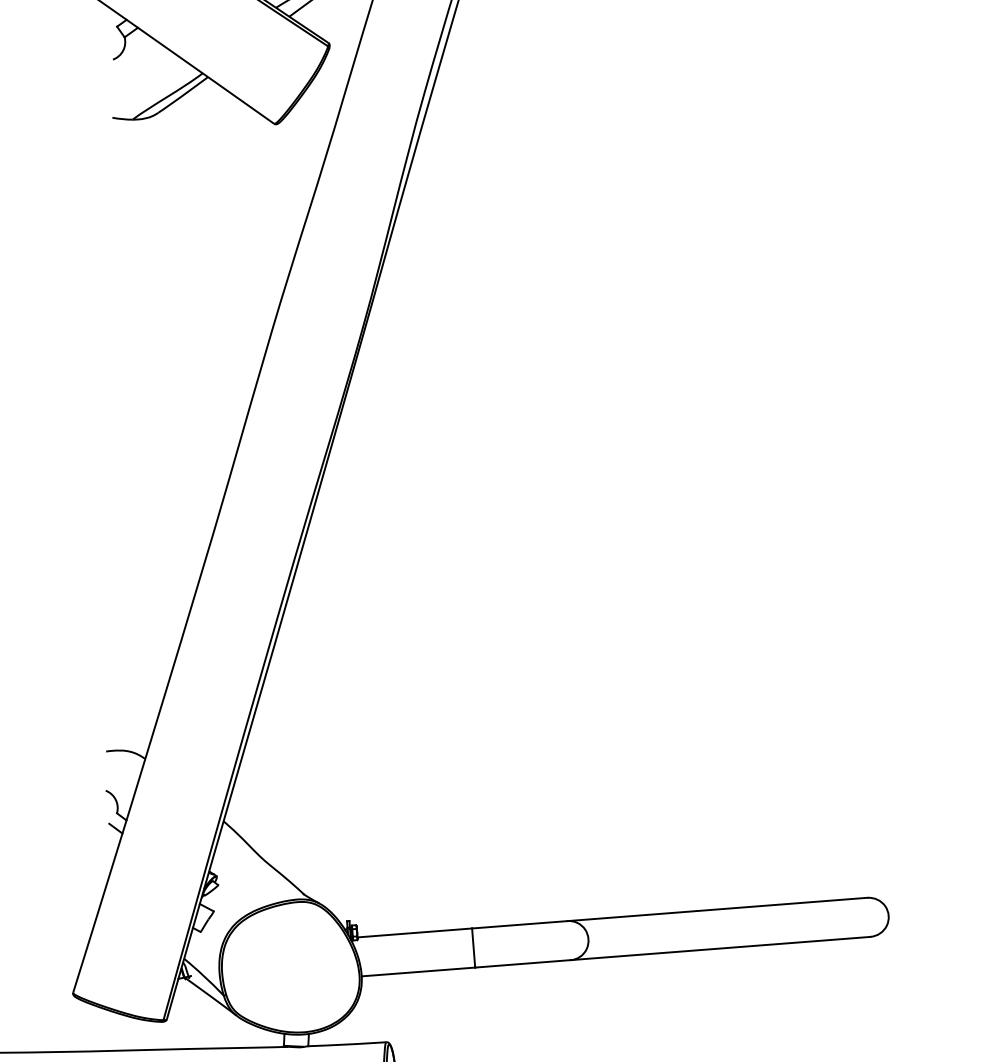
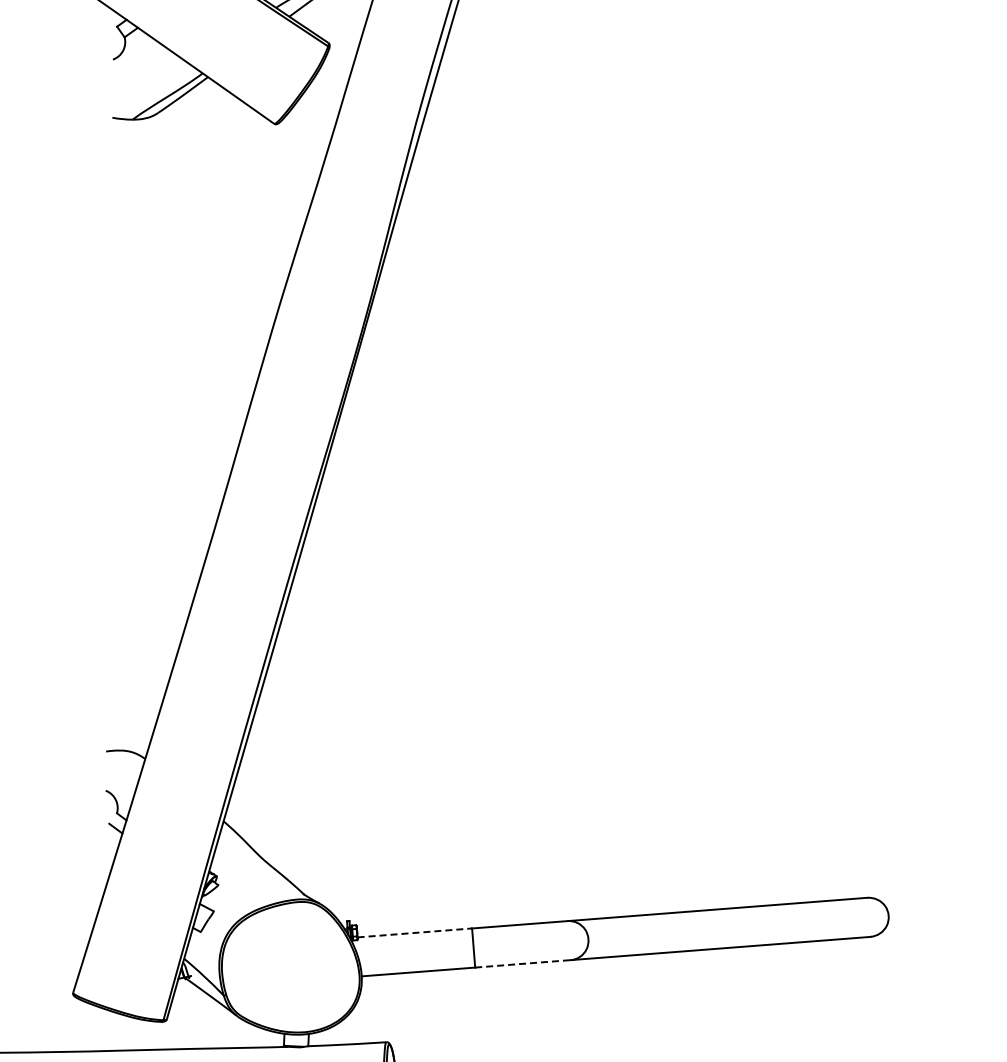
line at (415, 932): solid -> dashed
line at (522, 963): solid -> dashed
